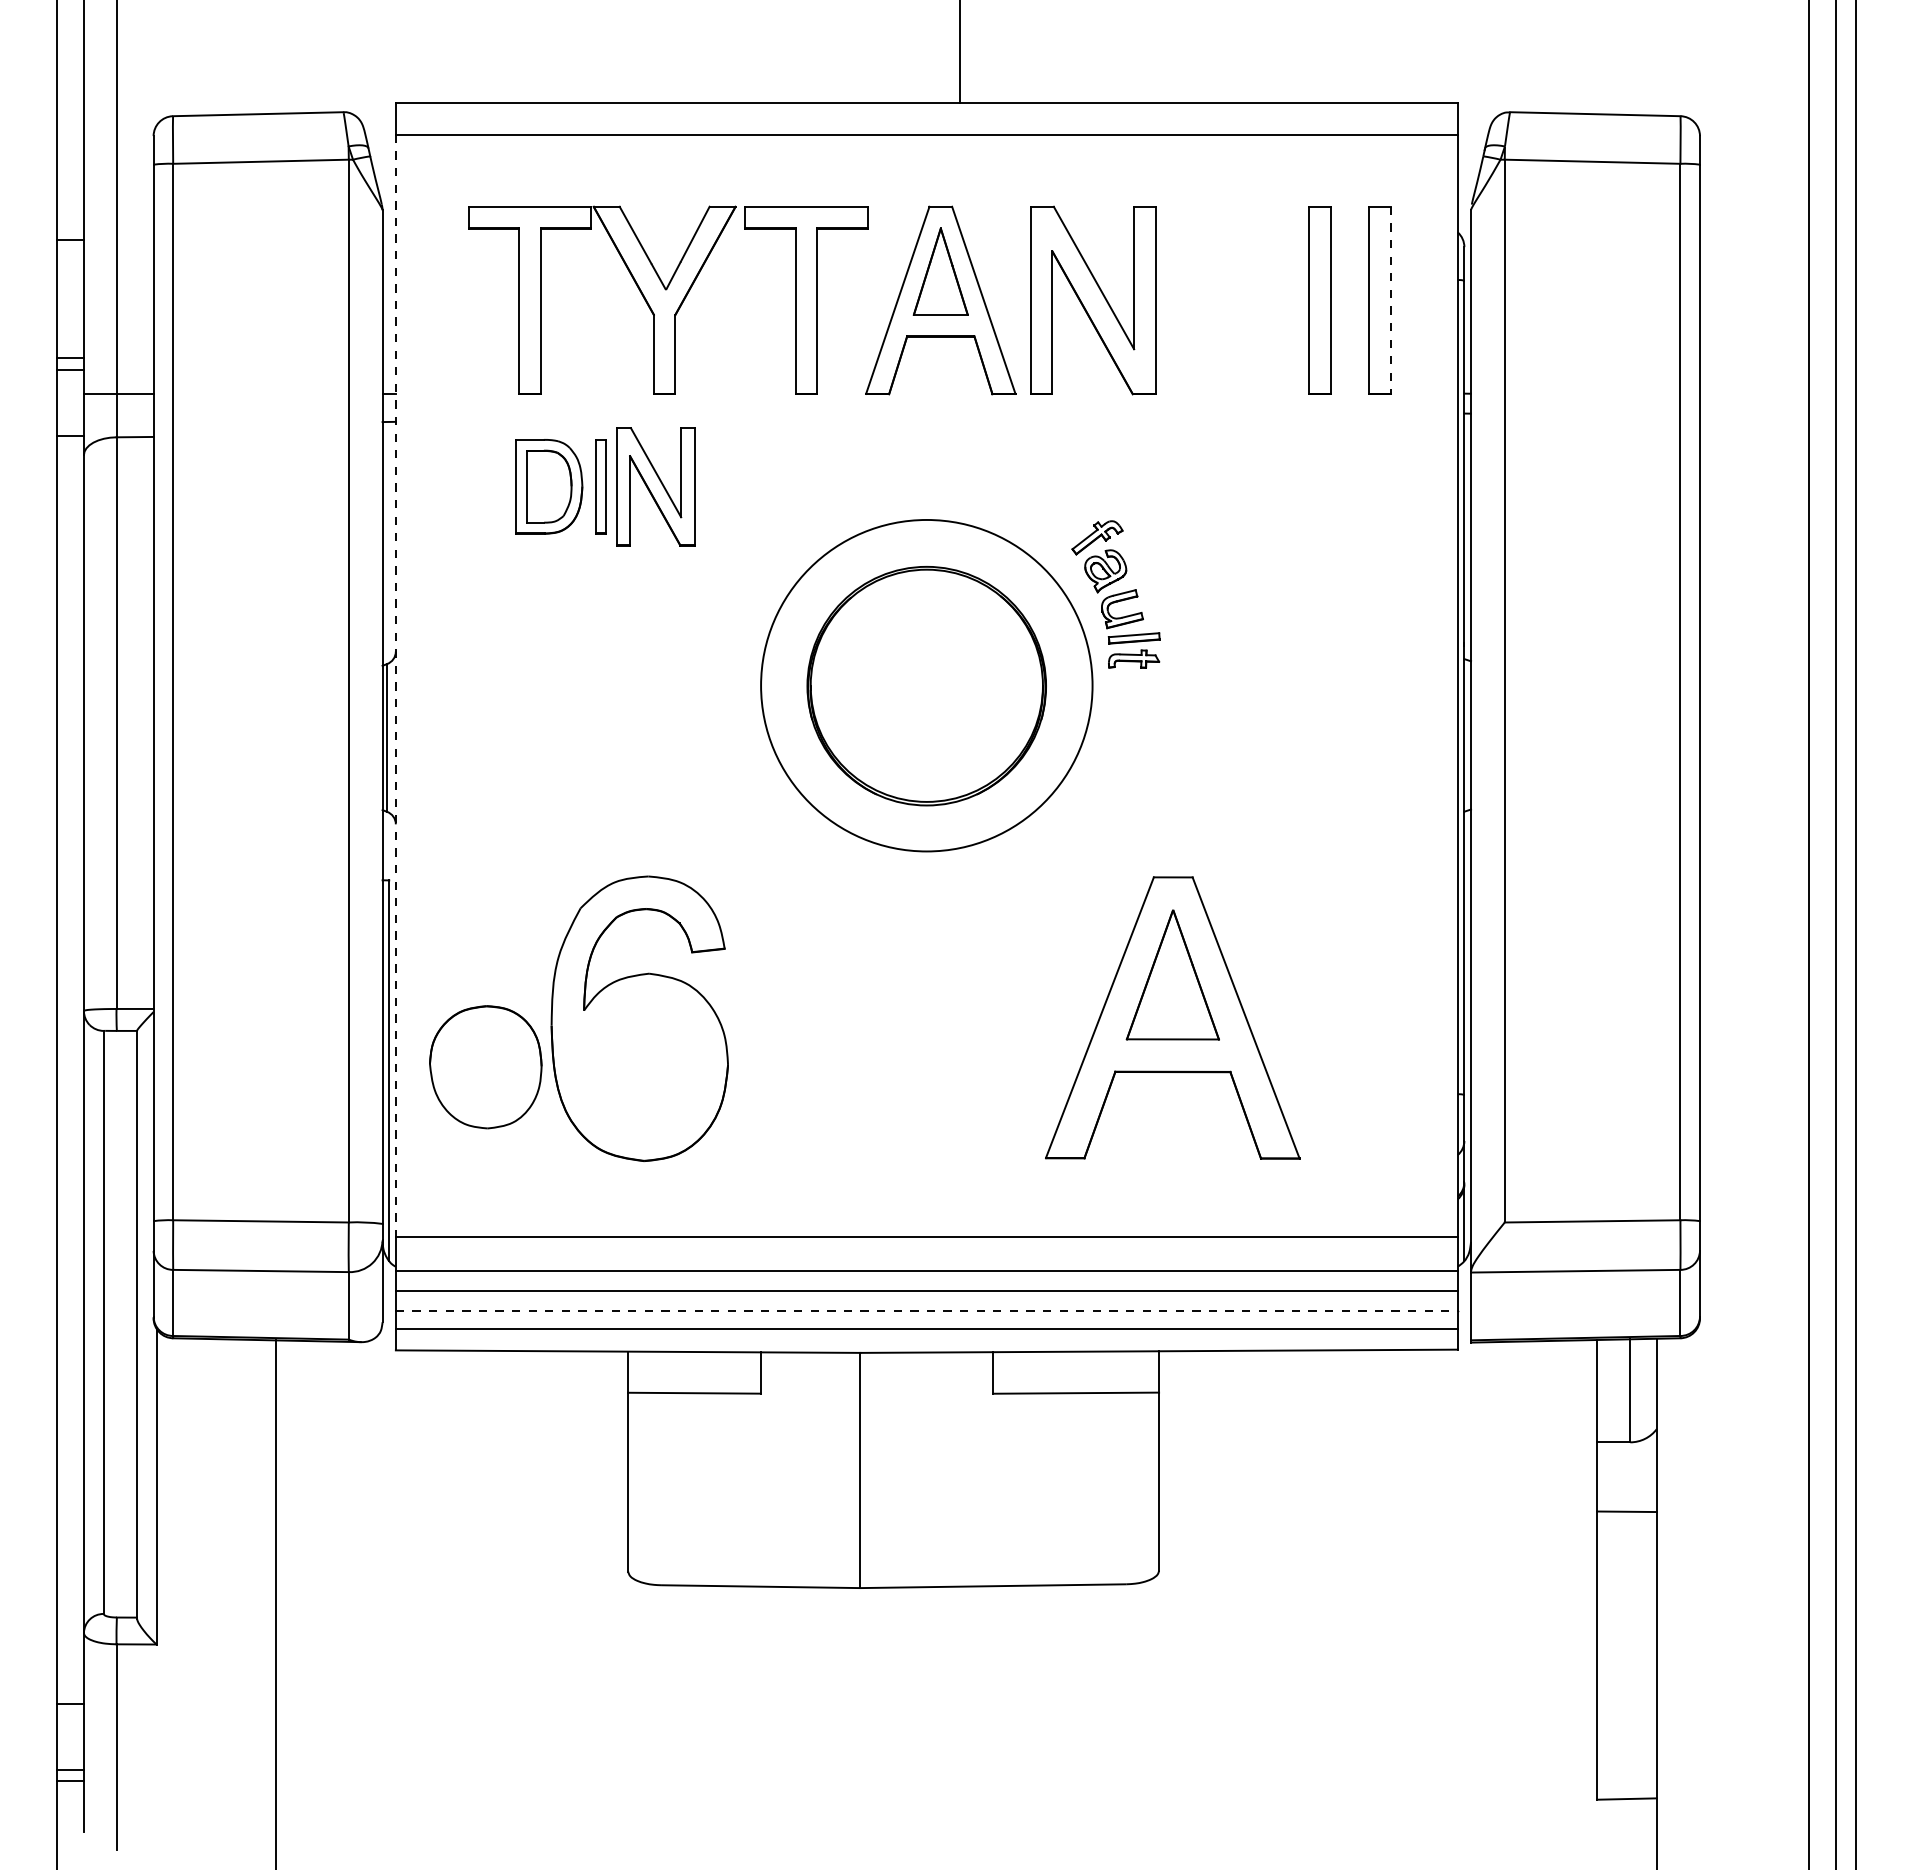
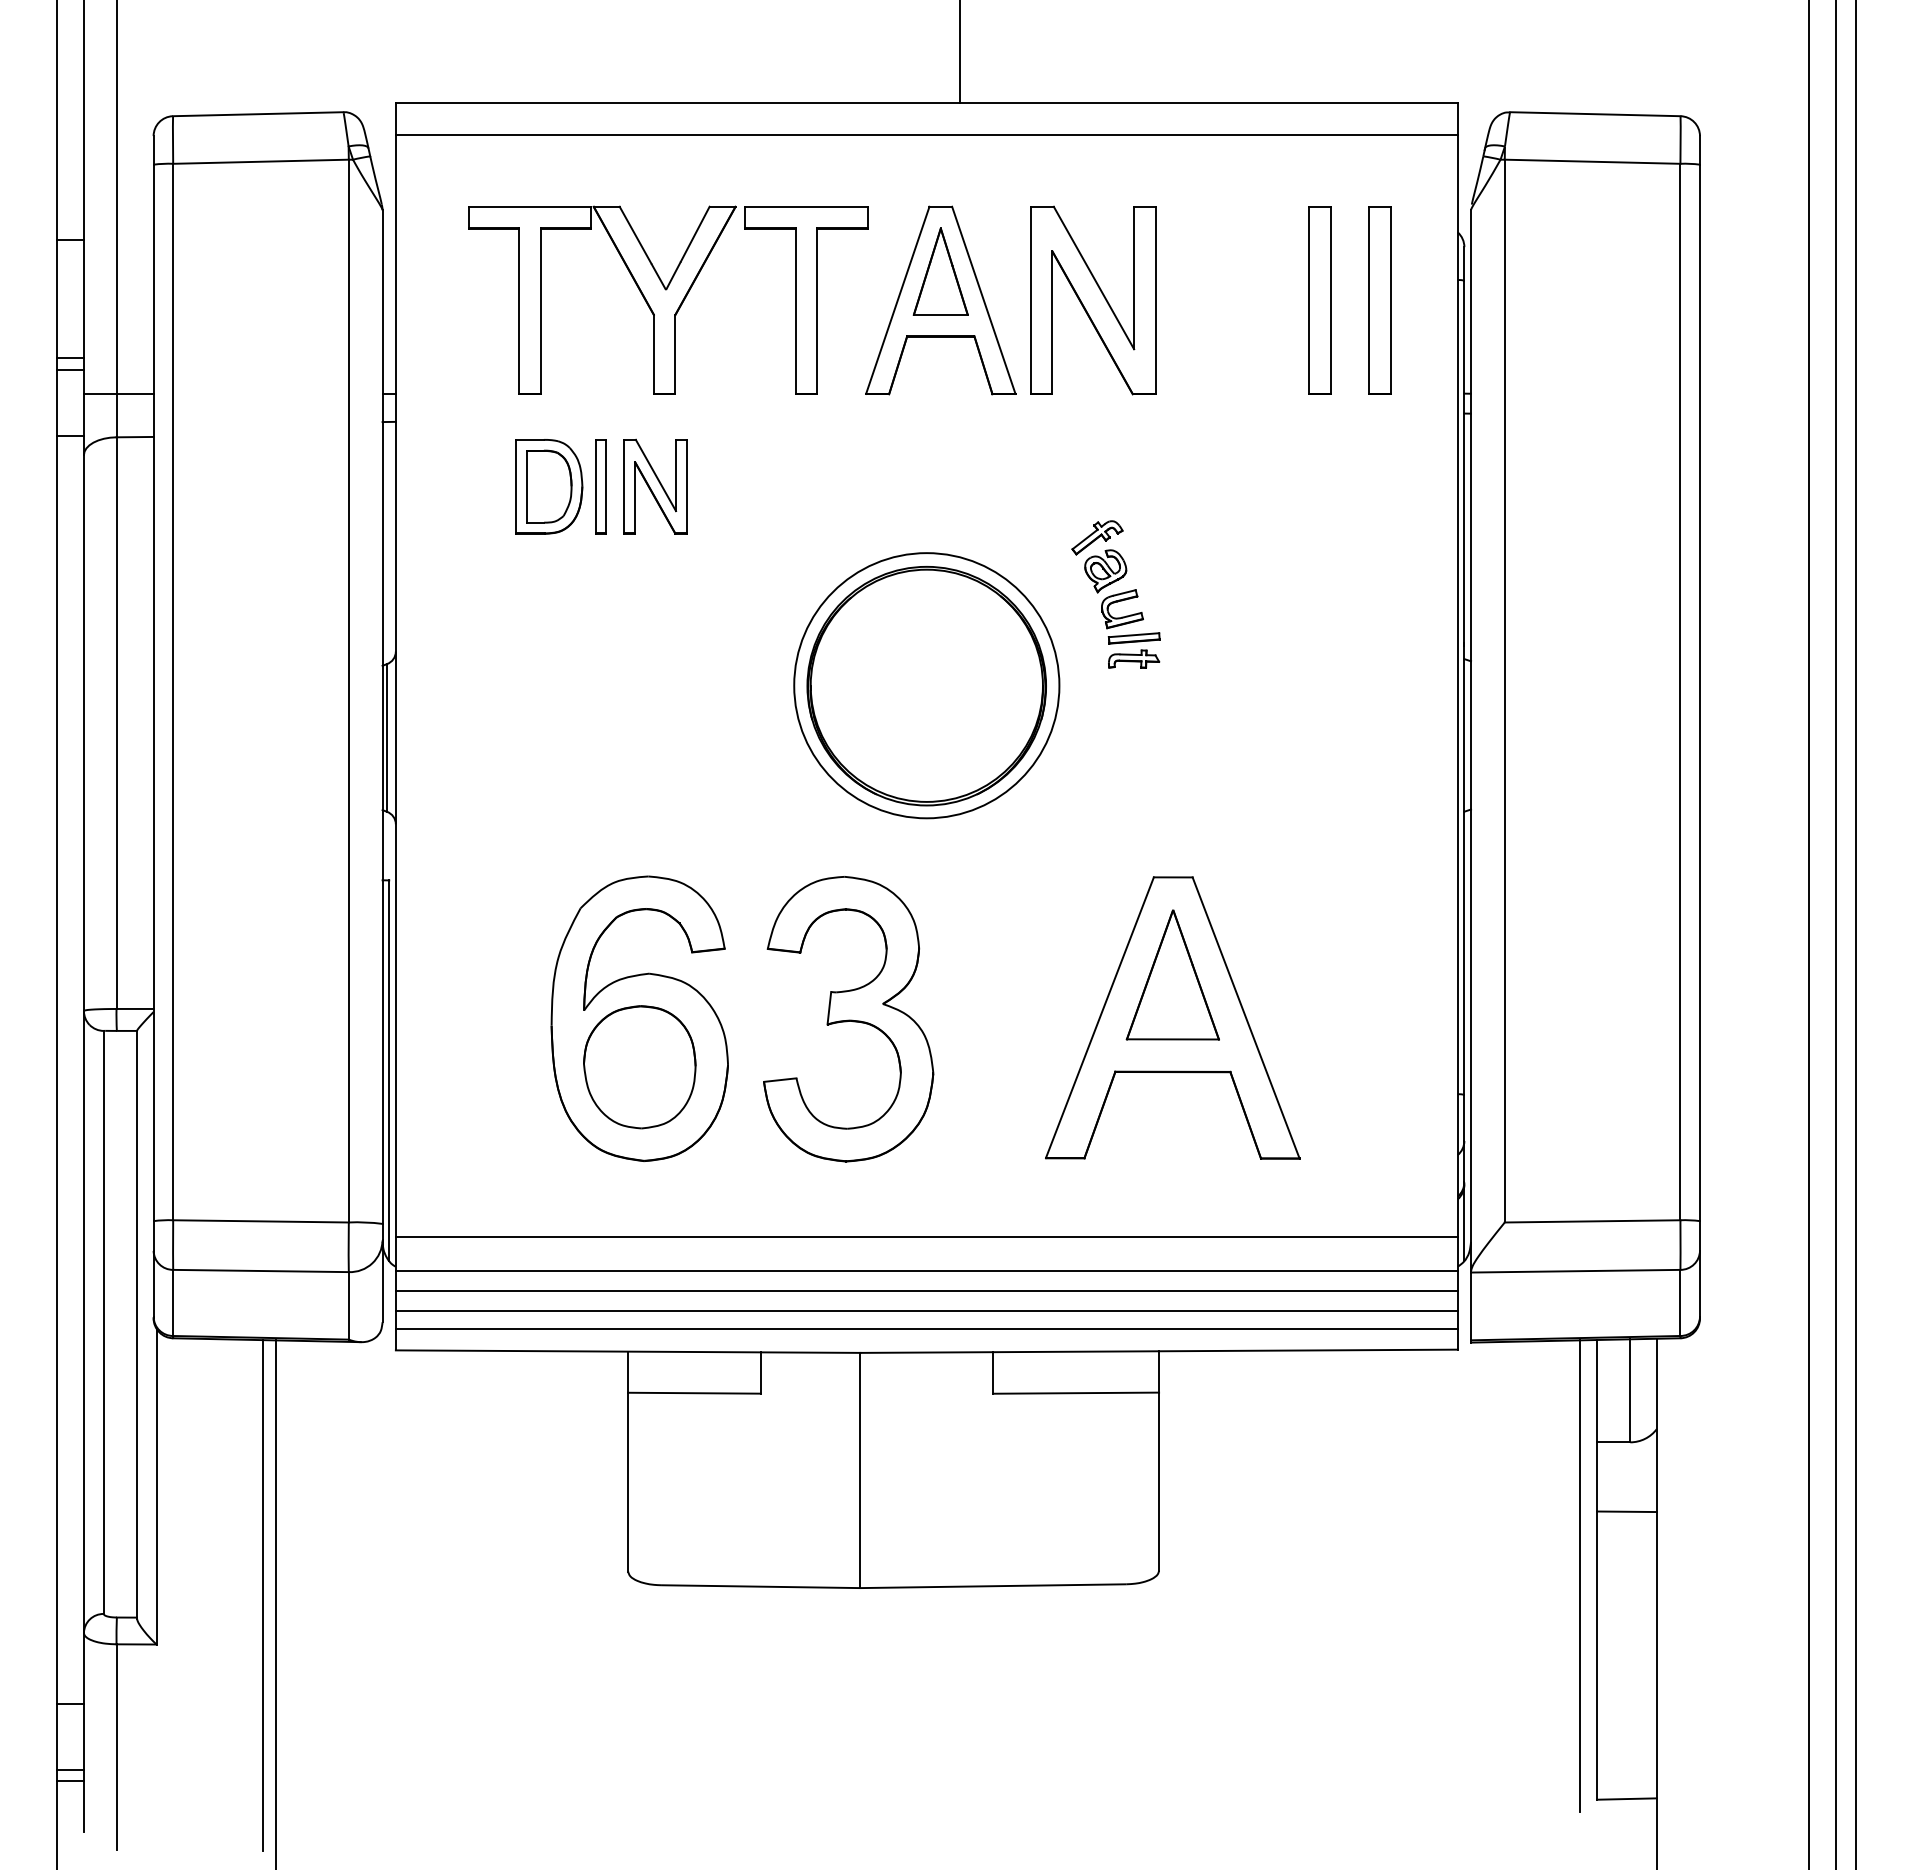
line at (1391, 300): dashed -> solid
part at (655, 486) size: 80x120 px -> 65x97 px
line at (395, 685): dashed -> solid
circle at (926, 685) diameter: 331 px -> 265 px
part at (848, 1019): none -> present
part at (485, 1067) position: (485, 1067) -> (639, 1067)
line at (926, 1310): dashed -> solid
line at (1579, 1575): none -> present
line at (263, 1595): none -> present
